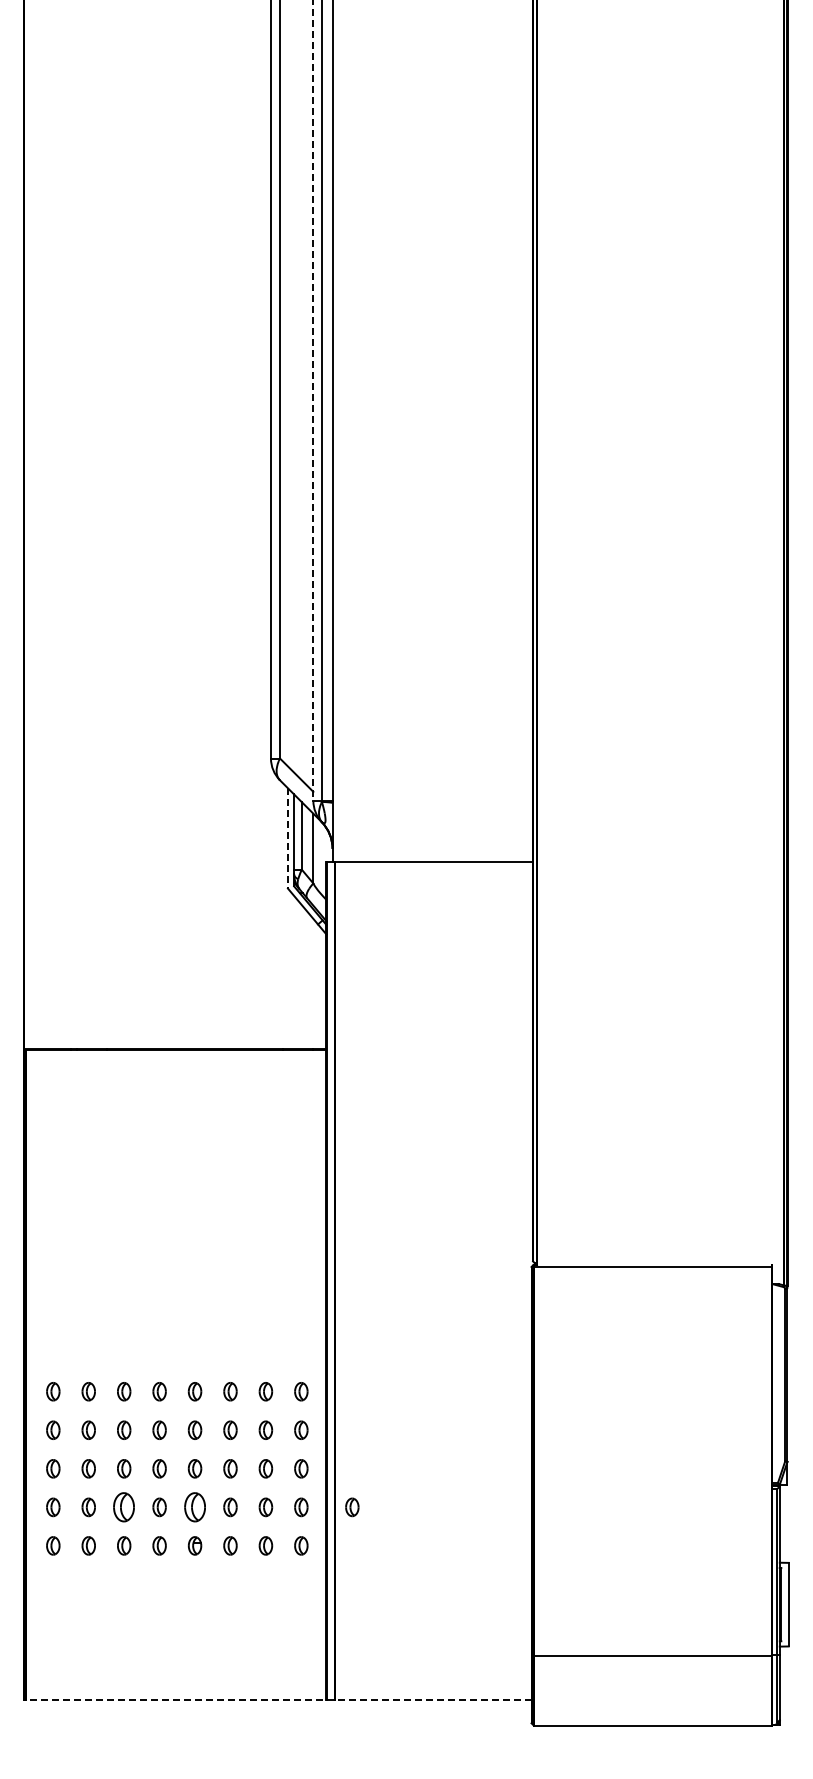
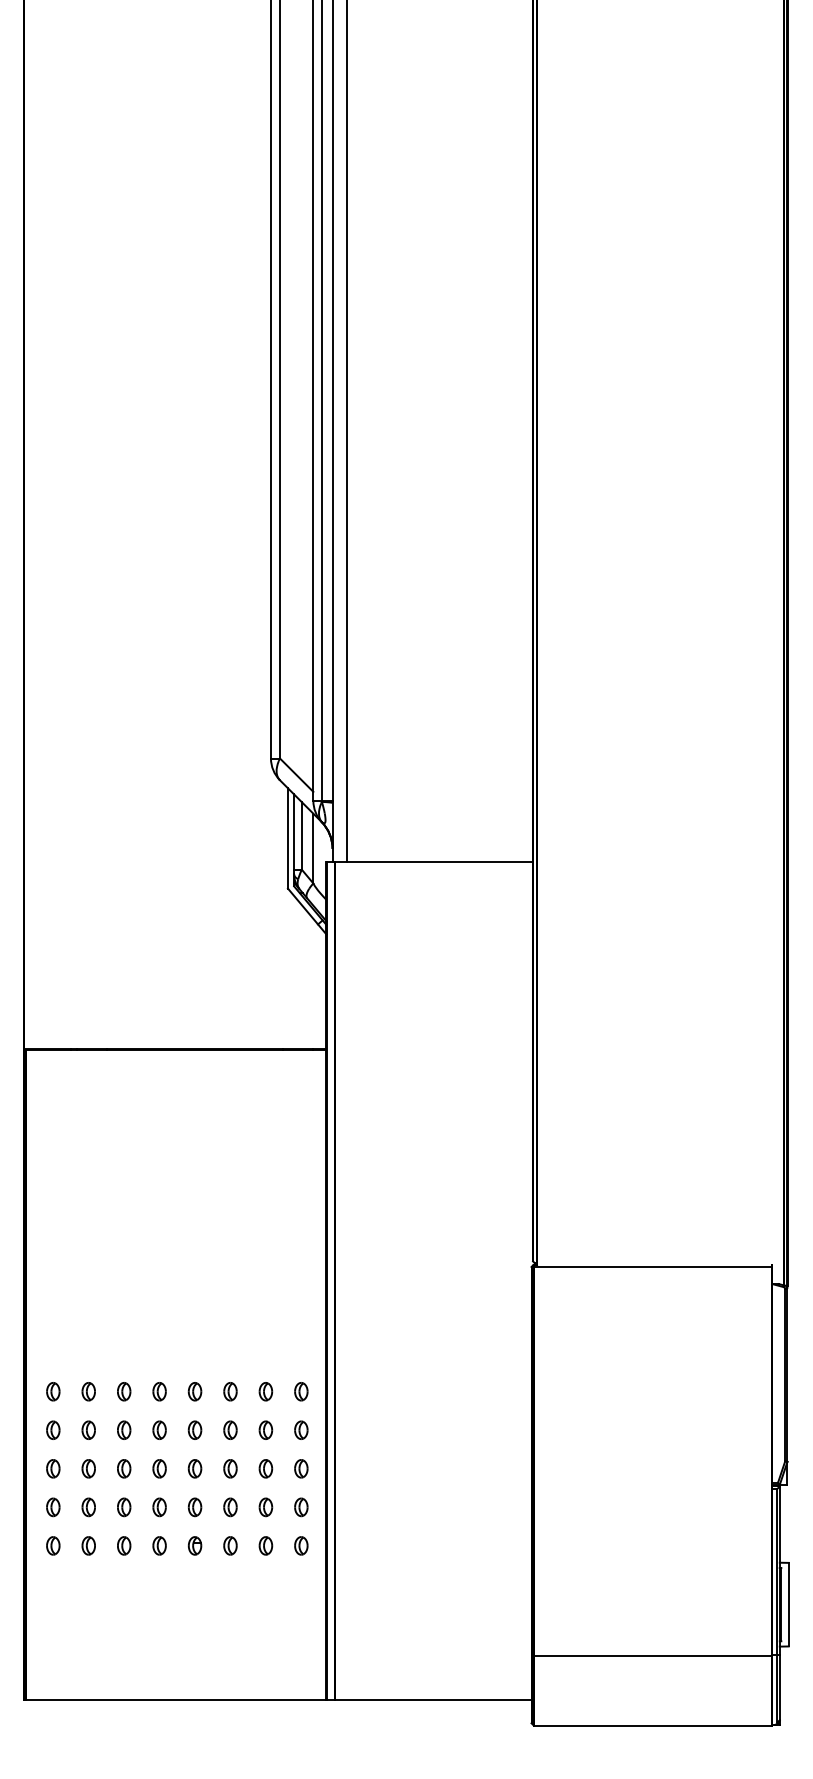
line at (313, 400): dashed -> solid
line at (347, 432): none -> present
line at (287, 838): dashed -> solid
part at (123, 1507) size: 22x31 px -> 15x21 px
part at (194, 1507) size: 22x31 px -> 16x21 px
part at (352, 1507): present -> none
line at (277, 1700): dashed -> solid
